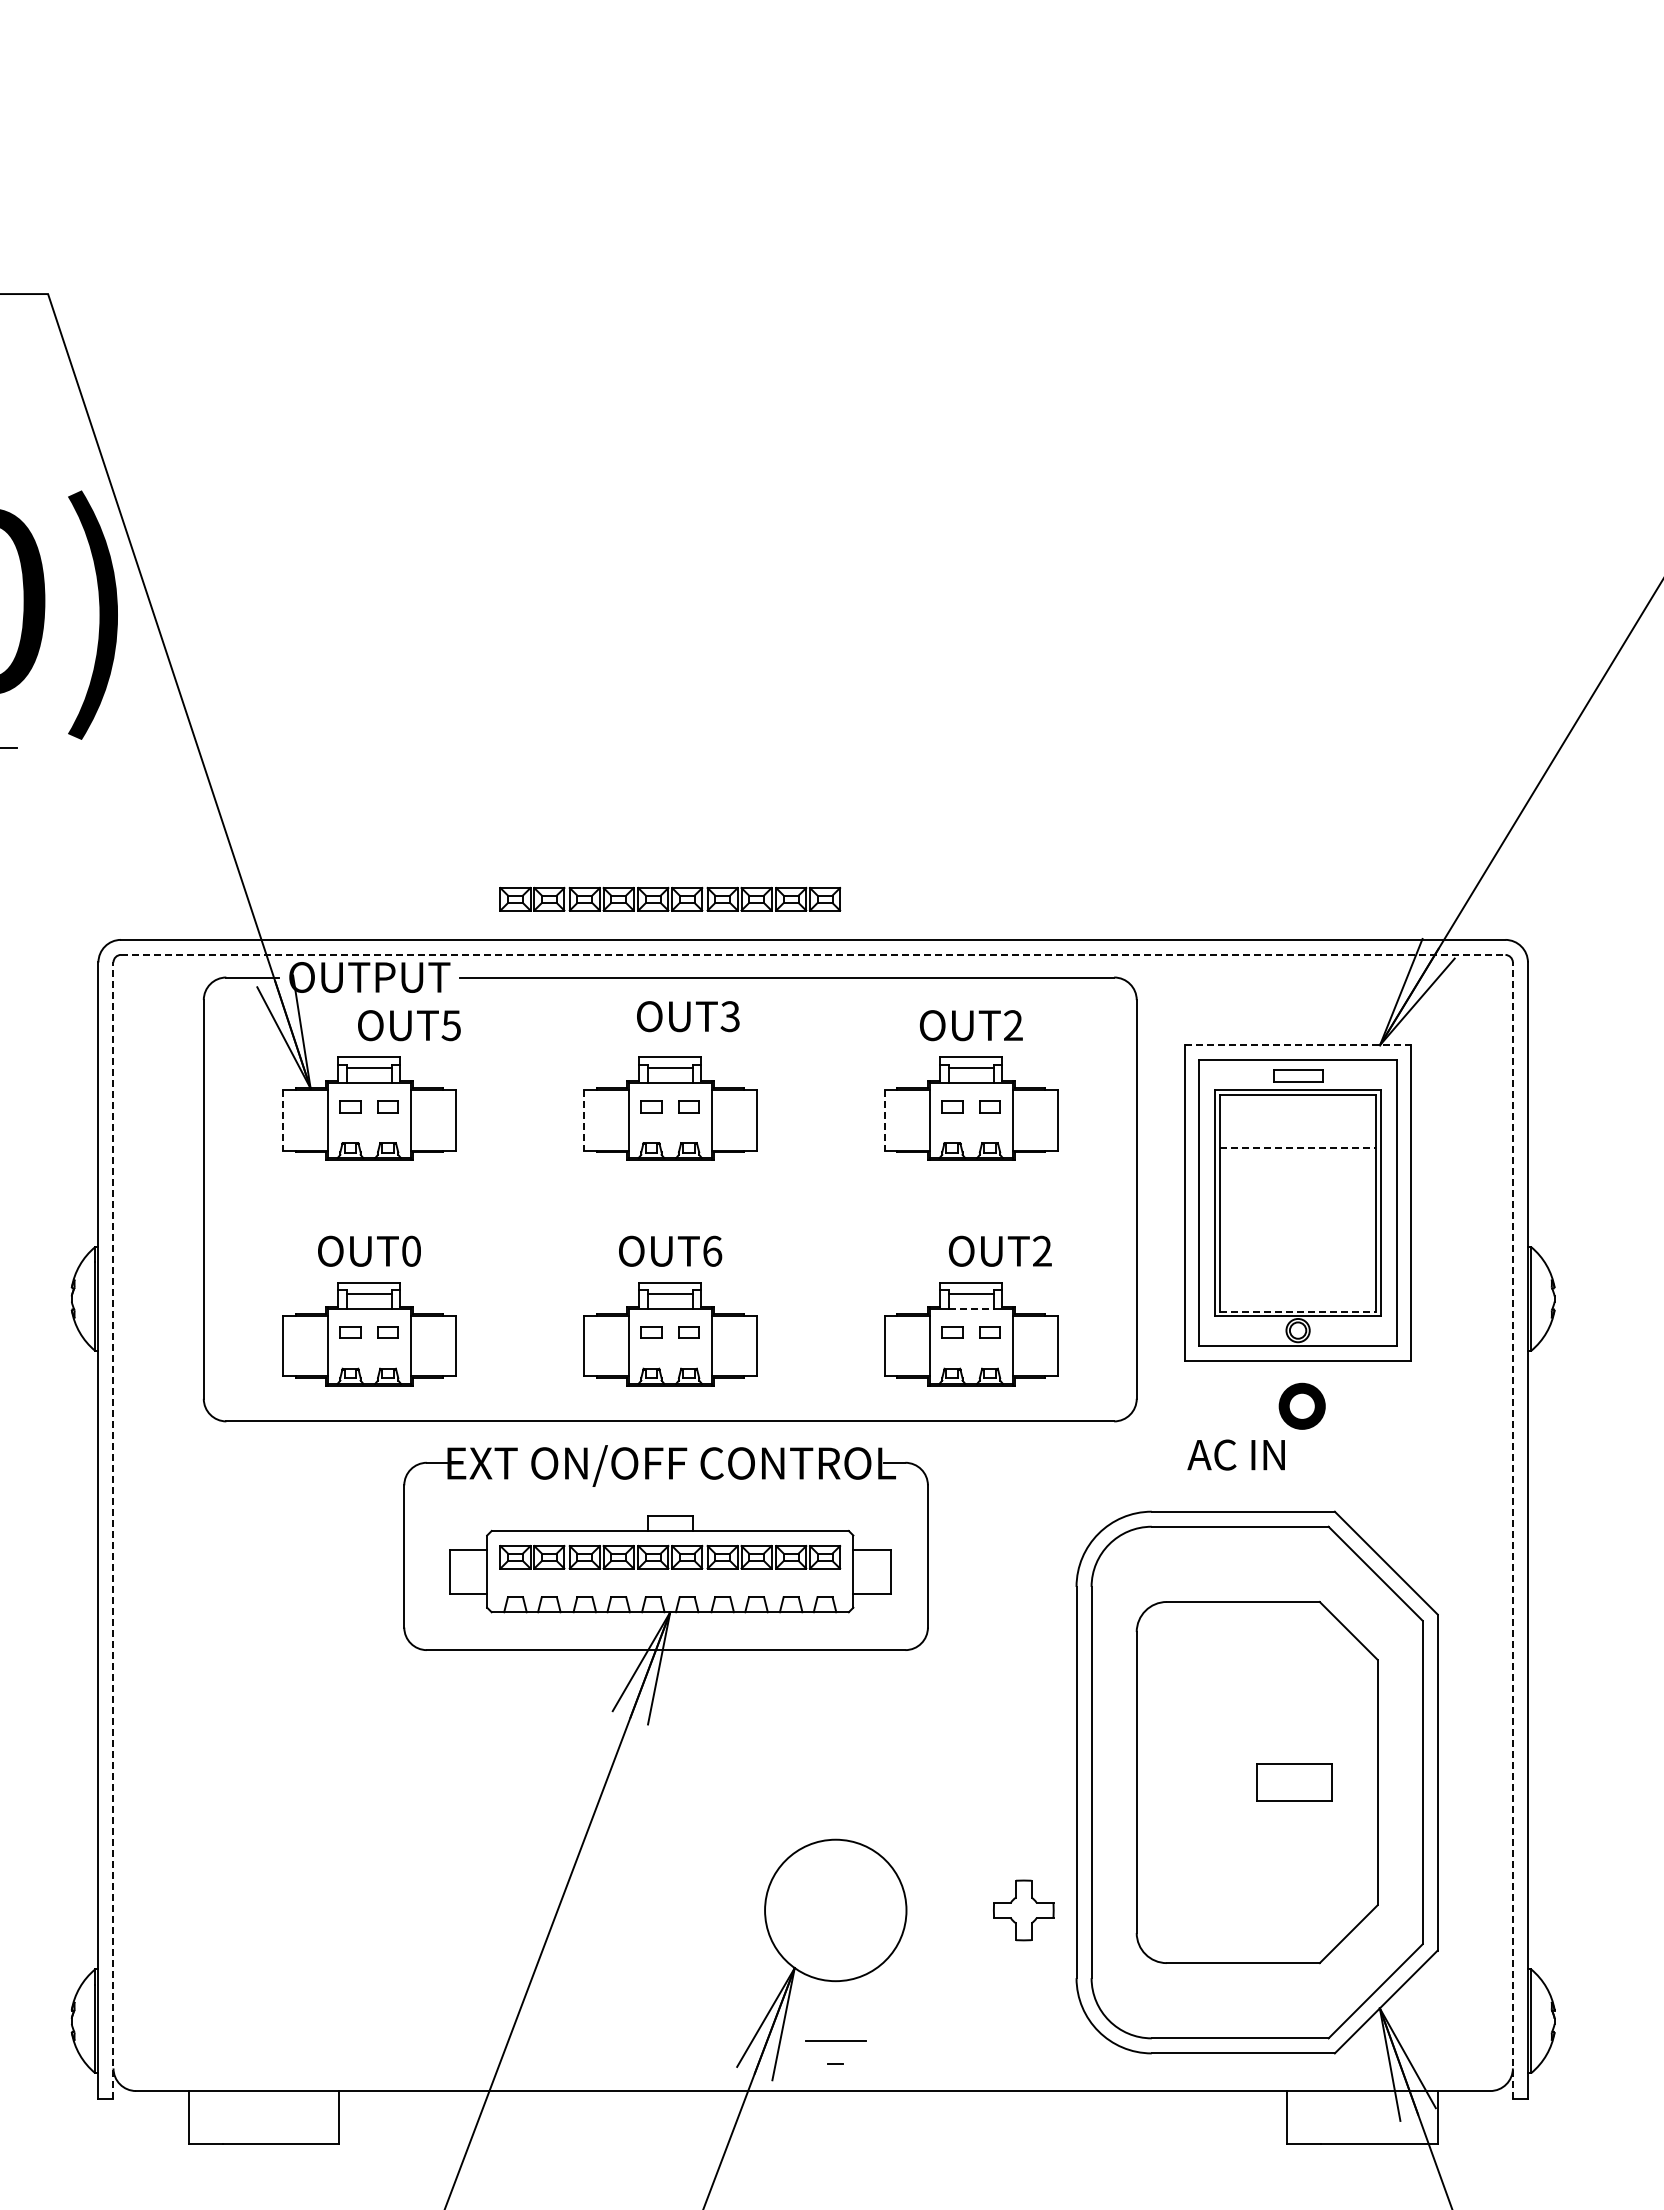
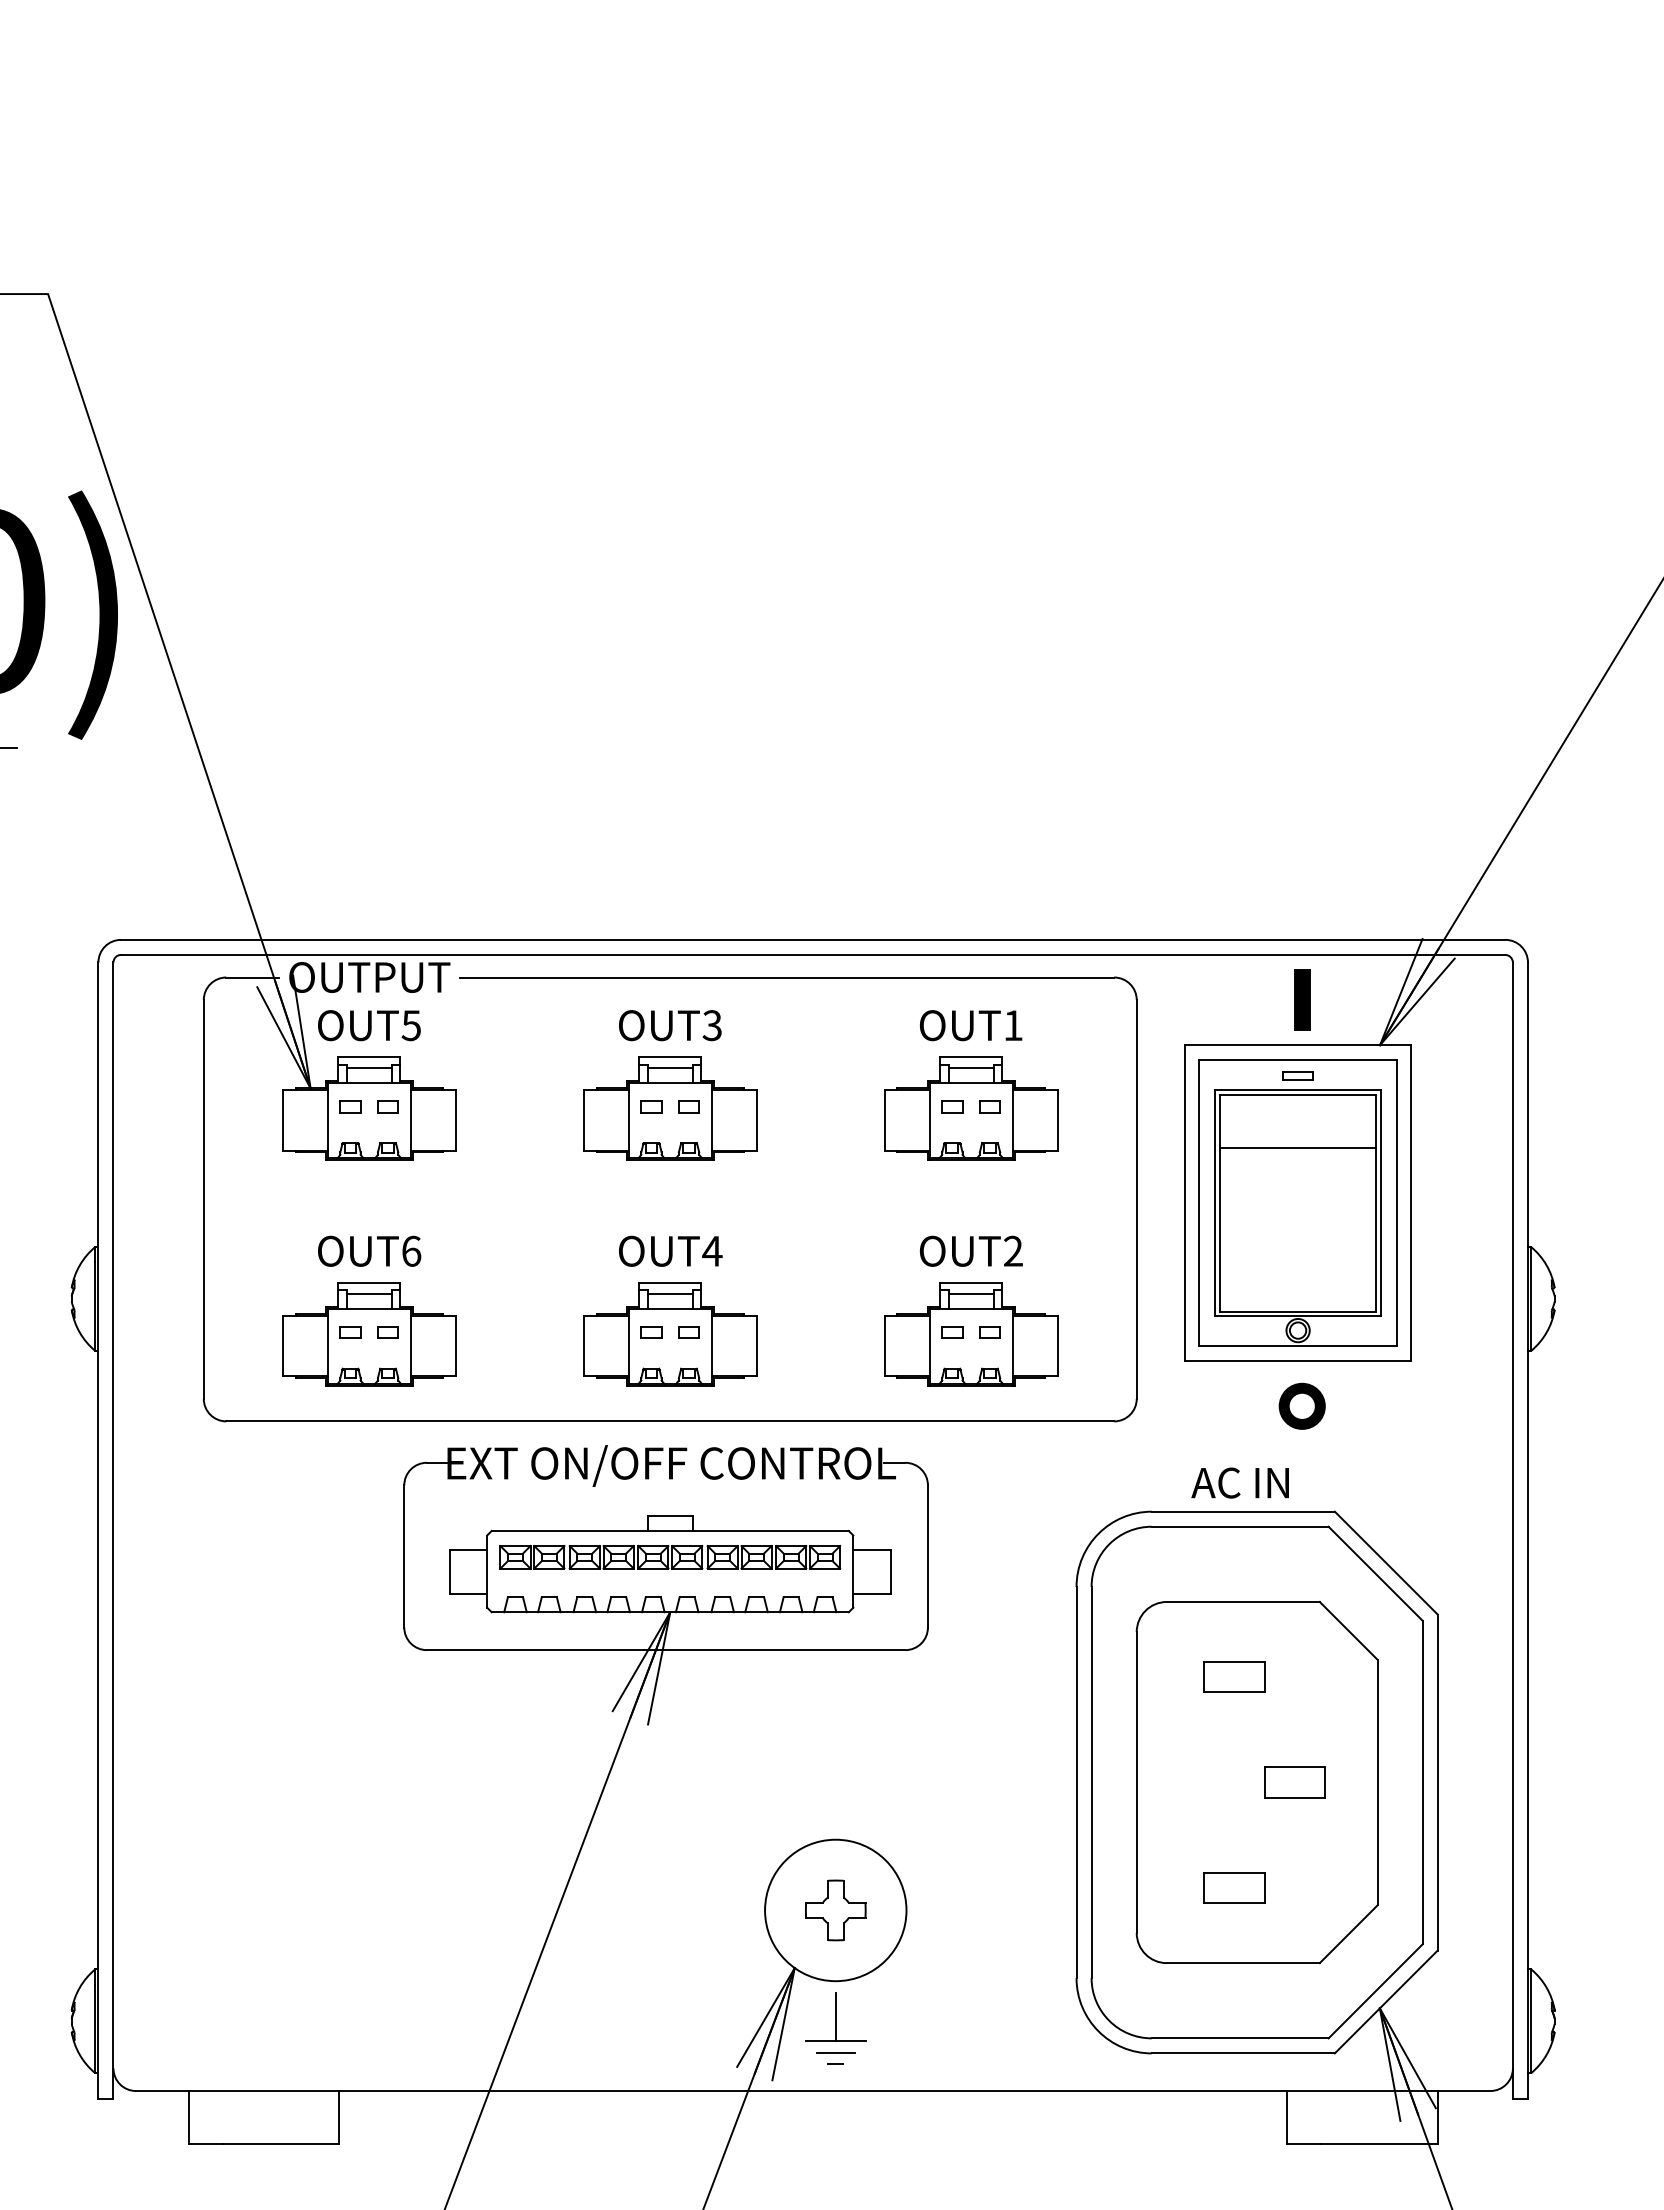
part at (670, 899): present -> none
line at (813, 954): dashed -> solid
part at (1302, 999): none -> present
text at (688, 1016) position: (688, 1016) -> (670, 1025)
text at (409, 1025) position: (409, 1025) -> (369, 1025)
text at (1013, 1025): OUT2 -> OUT1
line at (1298, 1045): dashed -> solid
part at (1298, 1075) size: 51x14 px -> 32x10 px
line at (282, 1120): dashed -> solid
line at (583, 1120): dashed -> solid
line at (884, 1120): dashed -> solid
line at (1298, 1147): dashed -> solid
text at (411, 1250): OUT0 -> OUT6
text at (712, 1250): OUT6 -> OUT4
text at (1000, 1250) position: (1000, 1250) -> (971, 1250)
line at (971, 1308): dashed -> solid
line at (1298, 1311): dashed -> solid
text at (1235, 1454) position: (1235, 1454) -> (1239, 1482)
line at (113, 1530): dashed -> solid
line at (1512, 1530): dashed -> solid
part at (1234, 1676): none -> present
part at (1294, 1782) size: 77x39 px -> 62x33 px
part at (1234, 1887): none -> present
part at (1023, 1910) position: (1023, 1910) -> (835, 1910)
line at (835, 2017): none -> present
line at (835, 2052): none -> present
